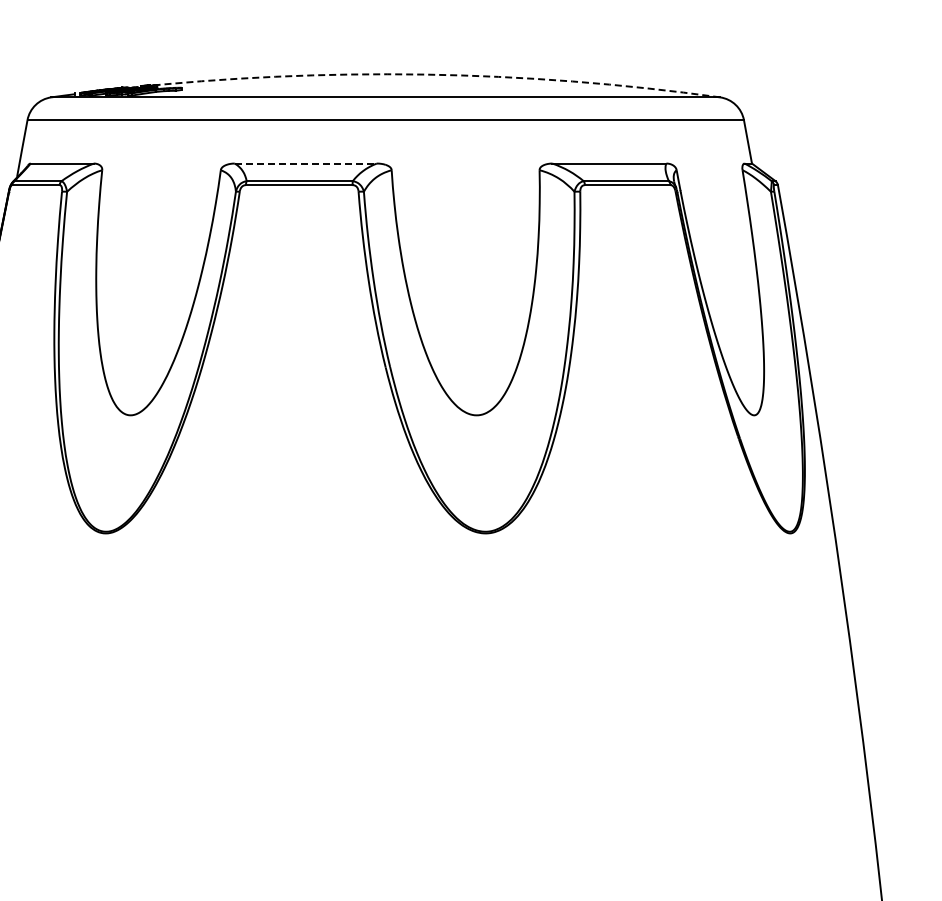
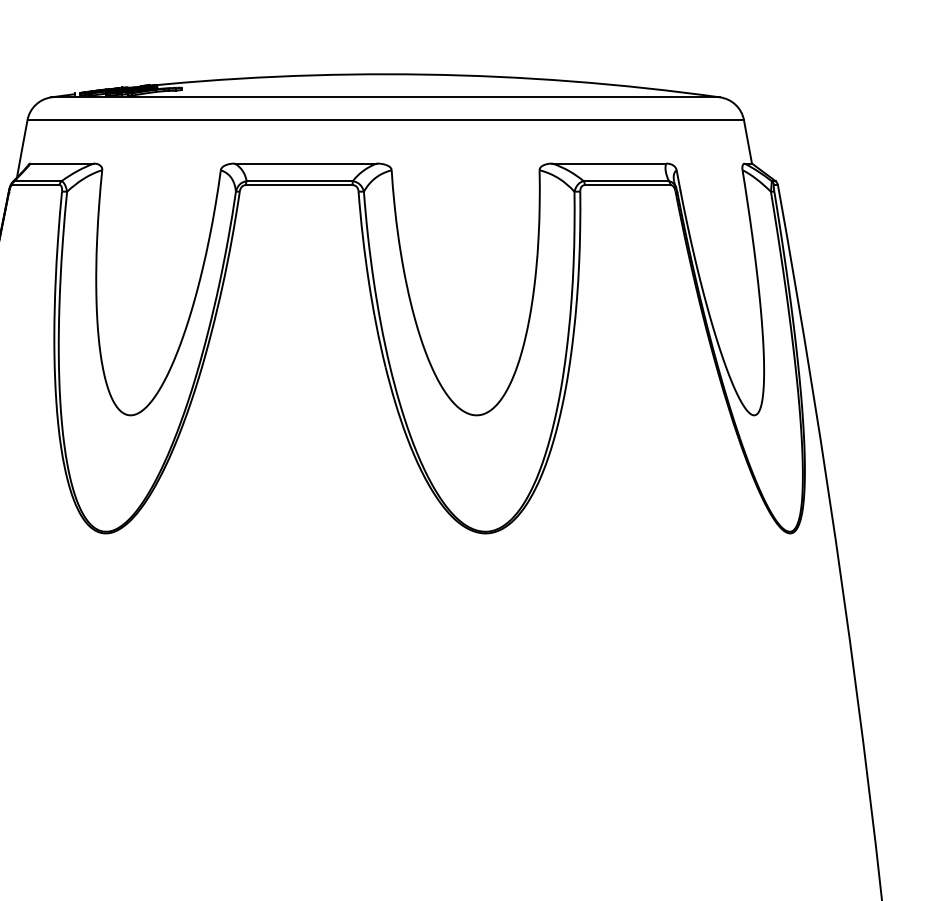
arc at (424, 74): dashed -> solid
line at (306, 163): dashed -> solid
